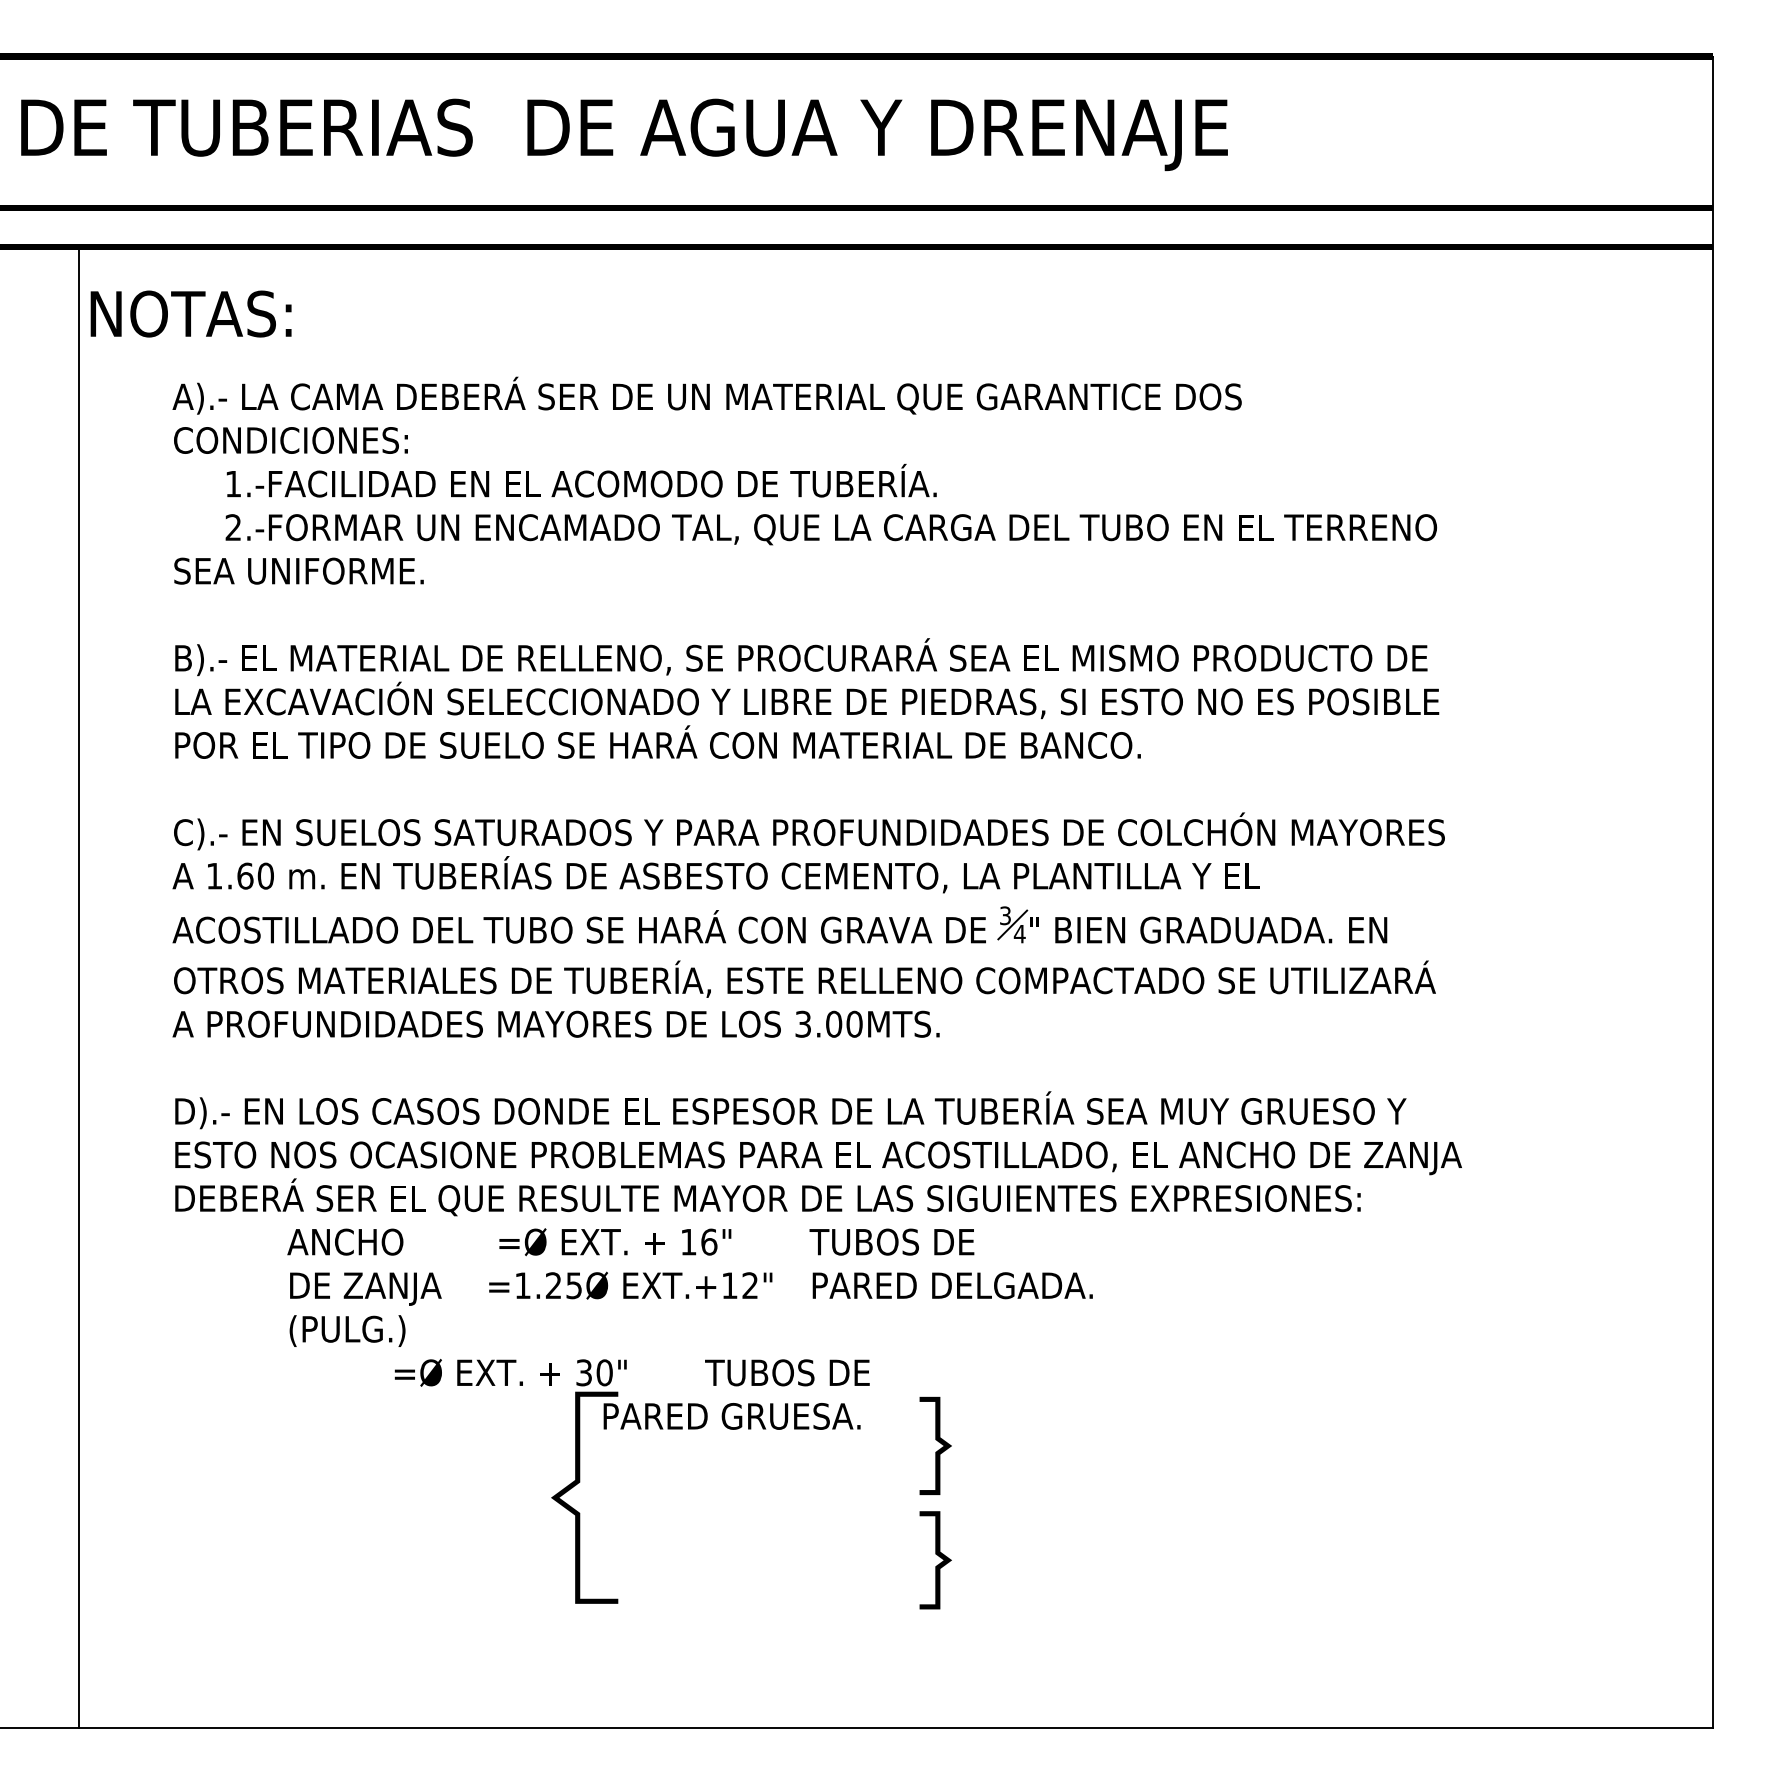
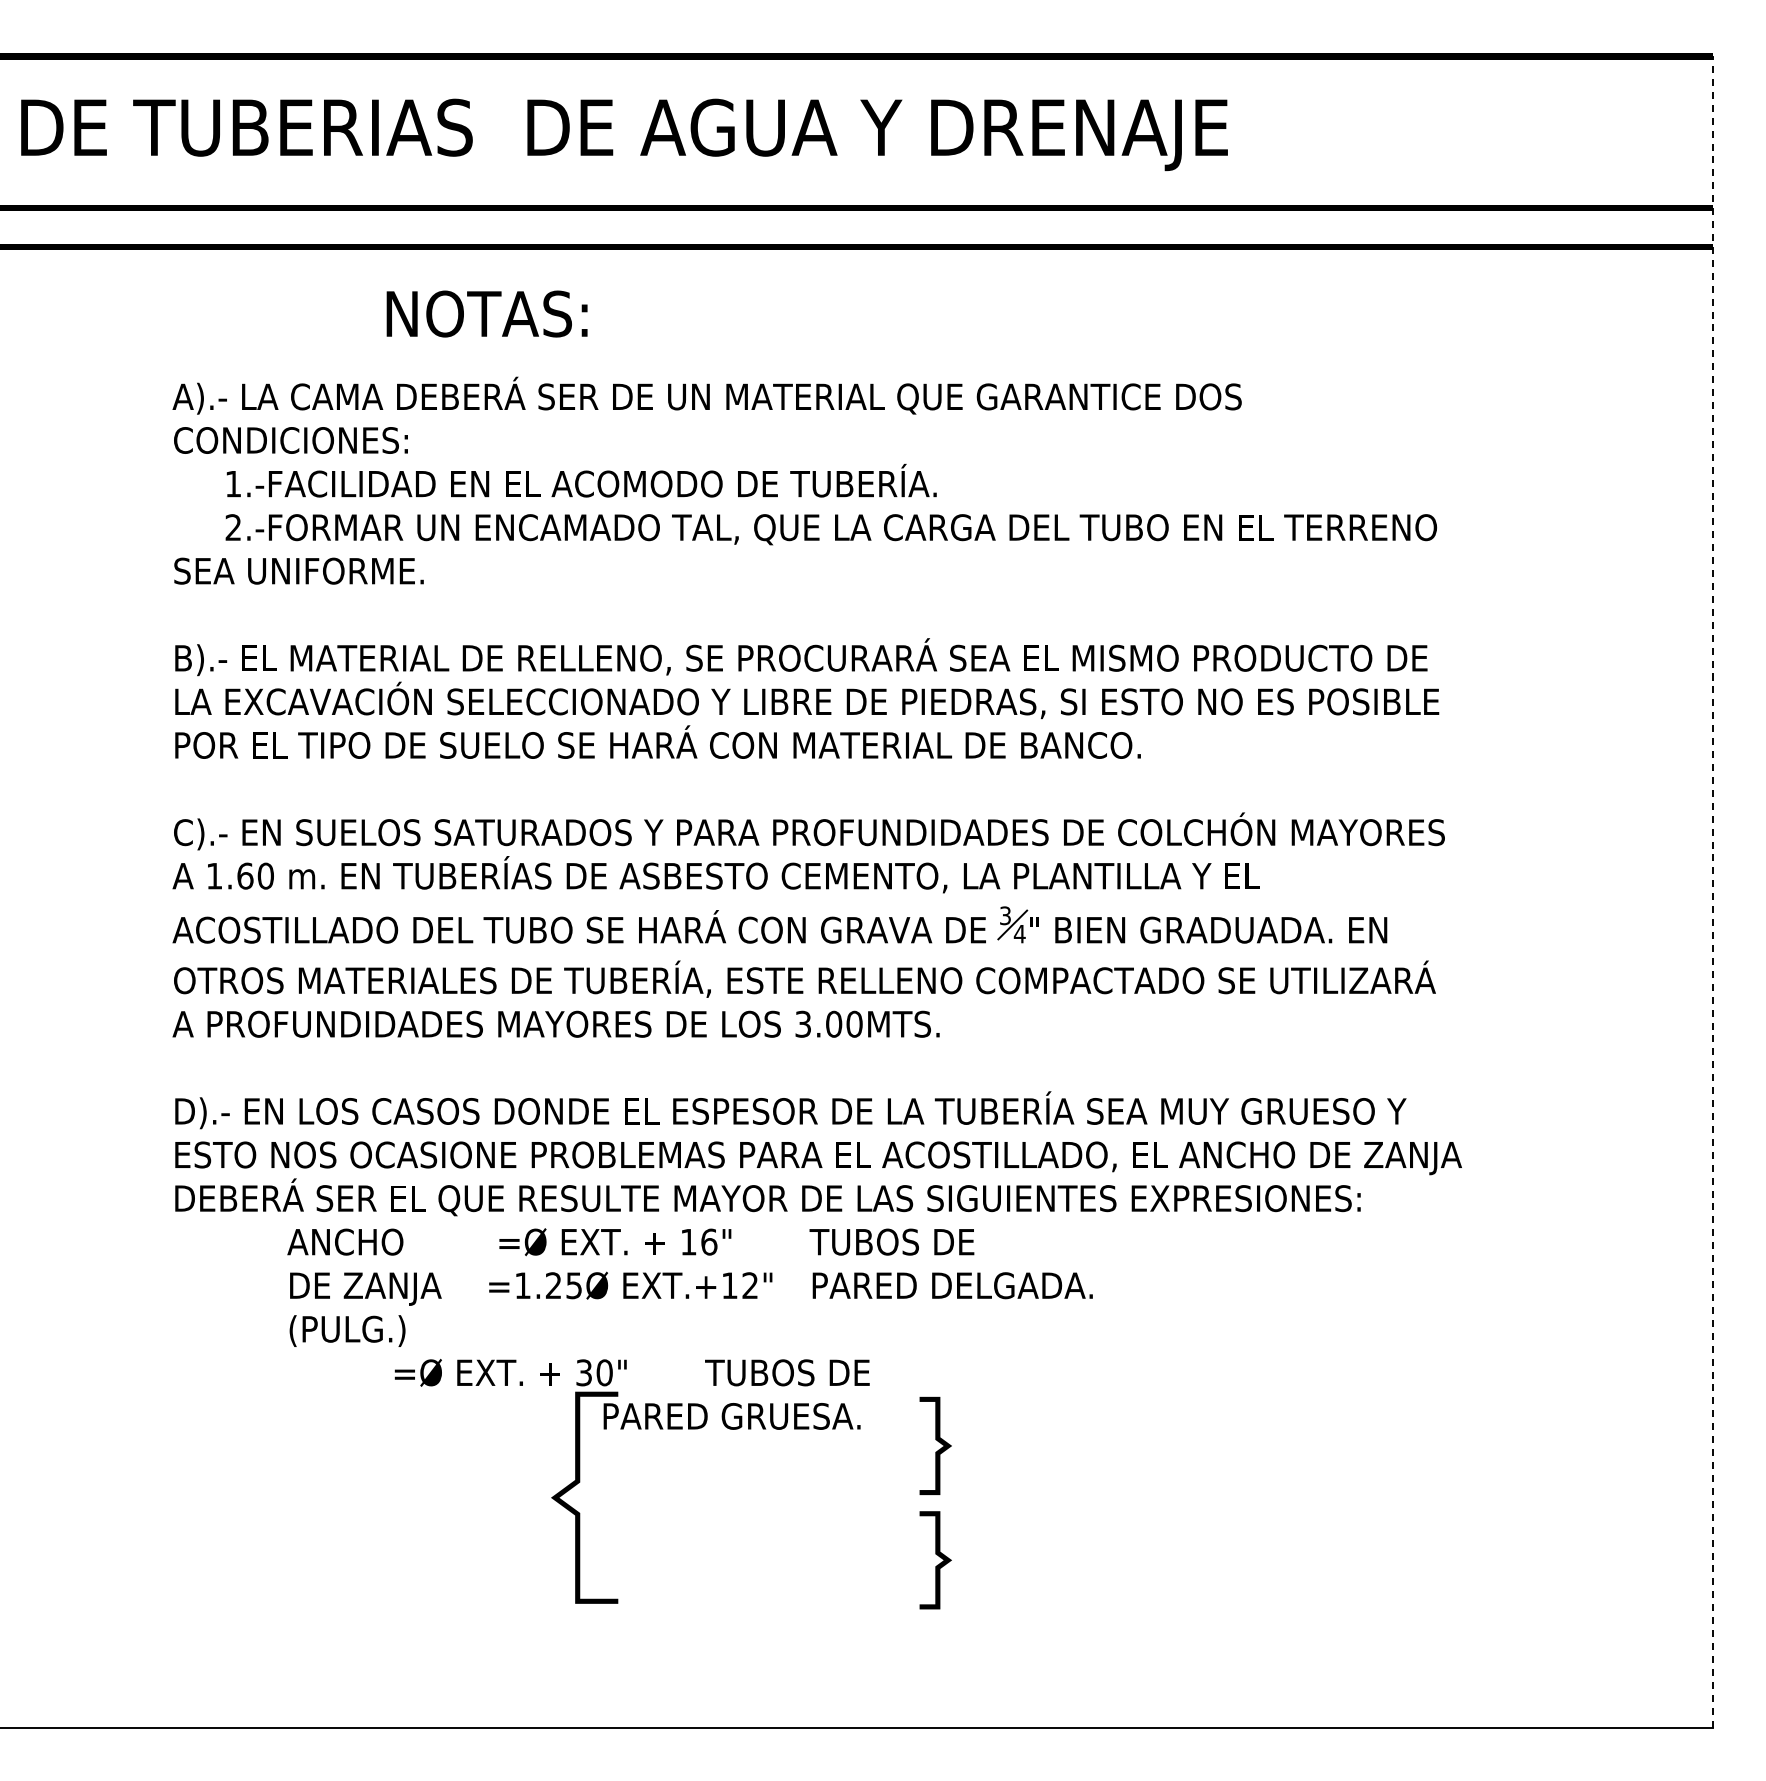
text at (190, 313) position: (190, 313) -> (486, 313)
line at (1713, 891): solid -> dashed
line at (78, 987): present -> none
